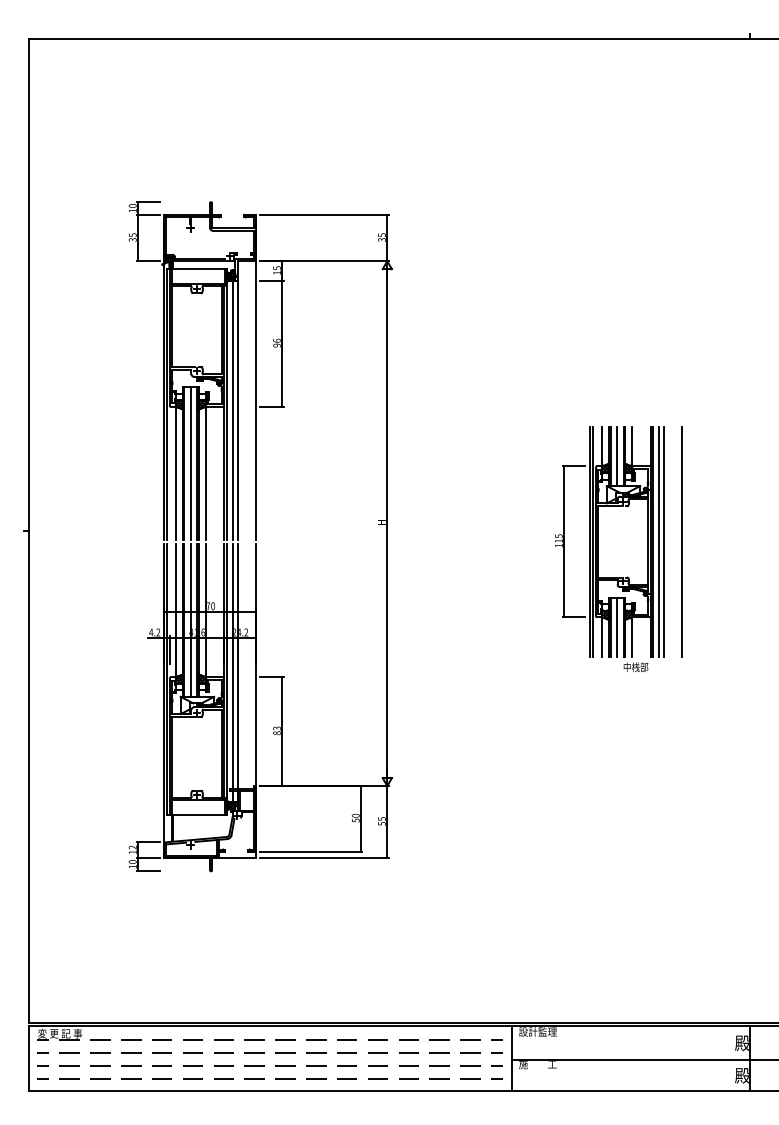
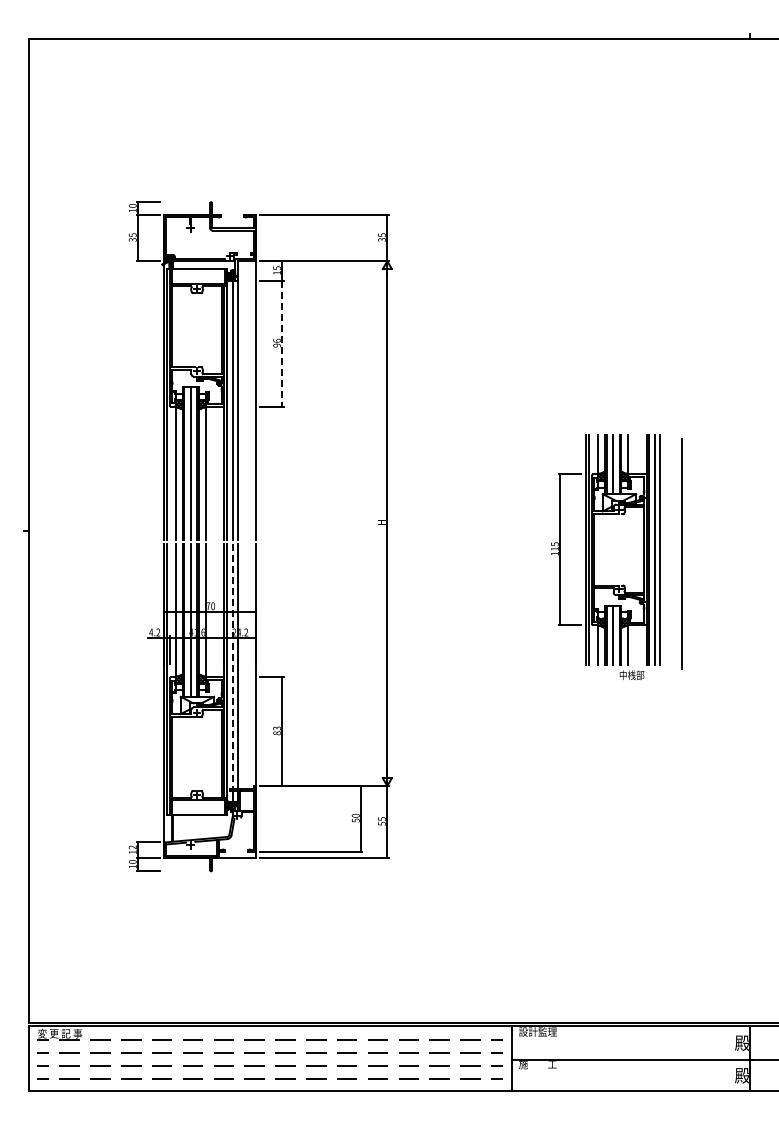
line at (282, 343): solid -> dashed
line at (681, 541) position: (681, 541) -> (681, 553)
part at (609, 548) position: (609, 548) -> (605, 556)
line at (232, 666): solid -> dashed
